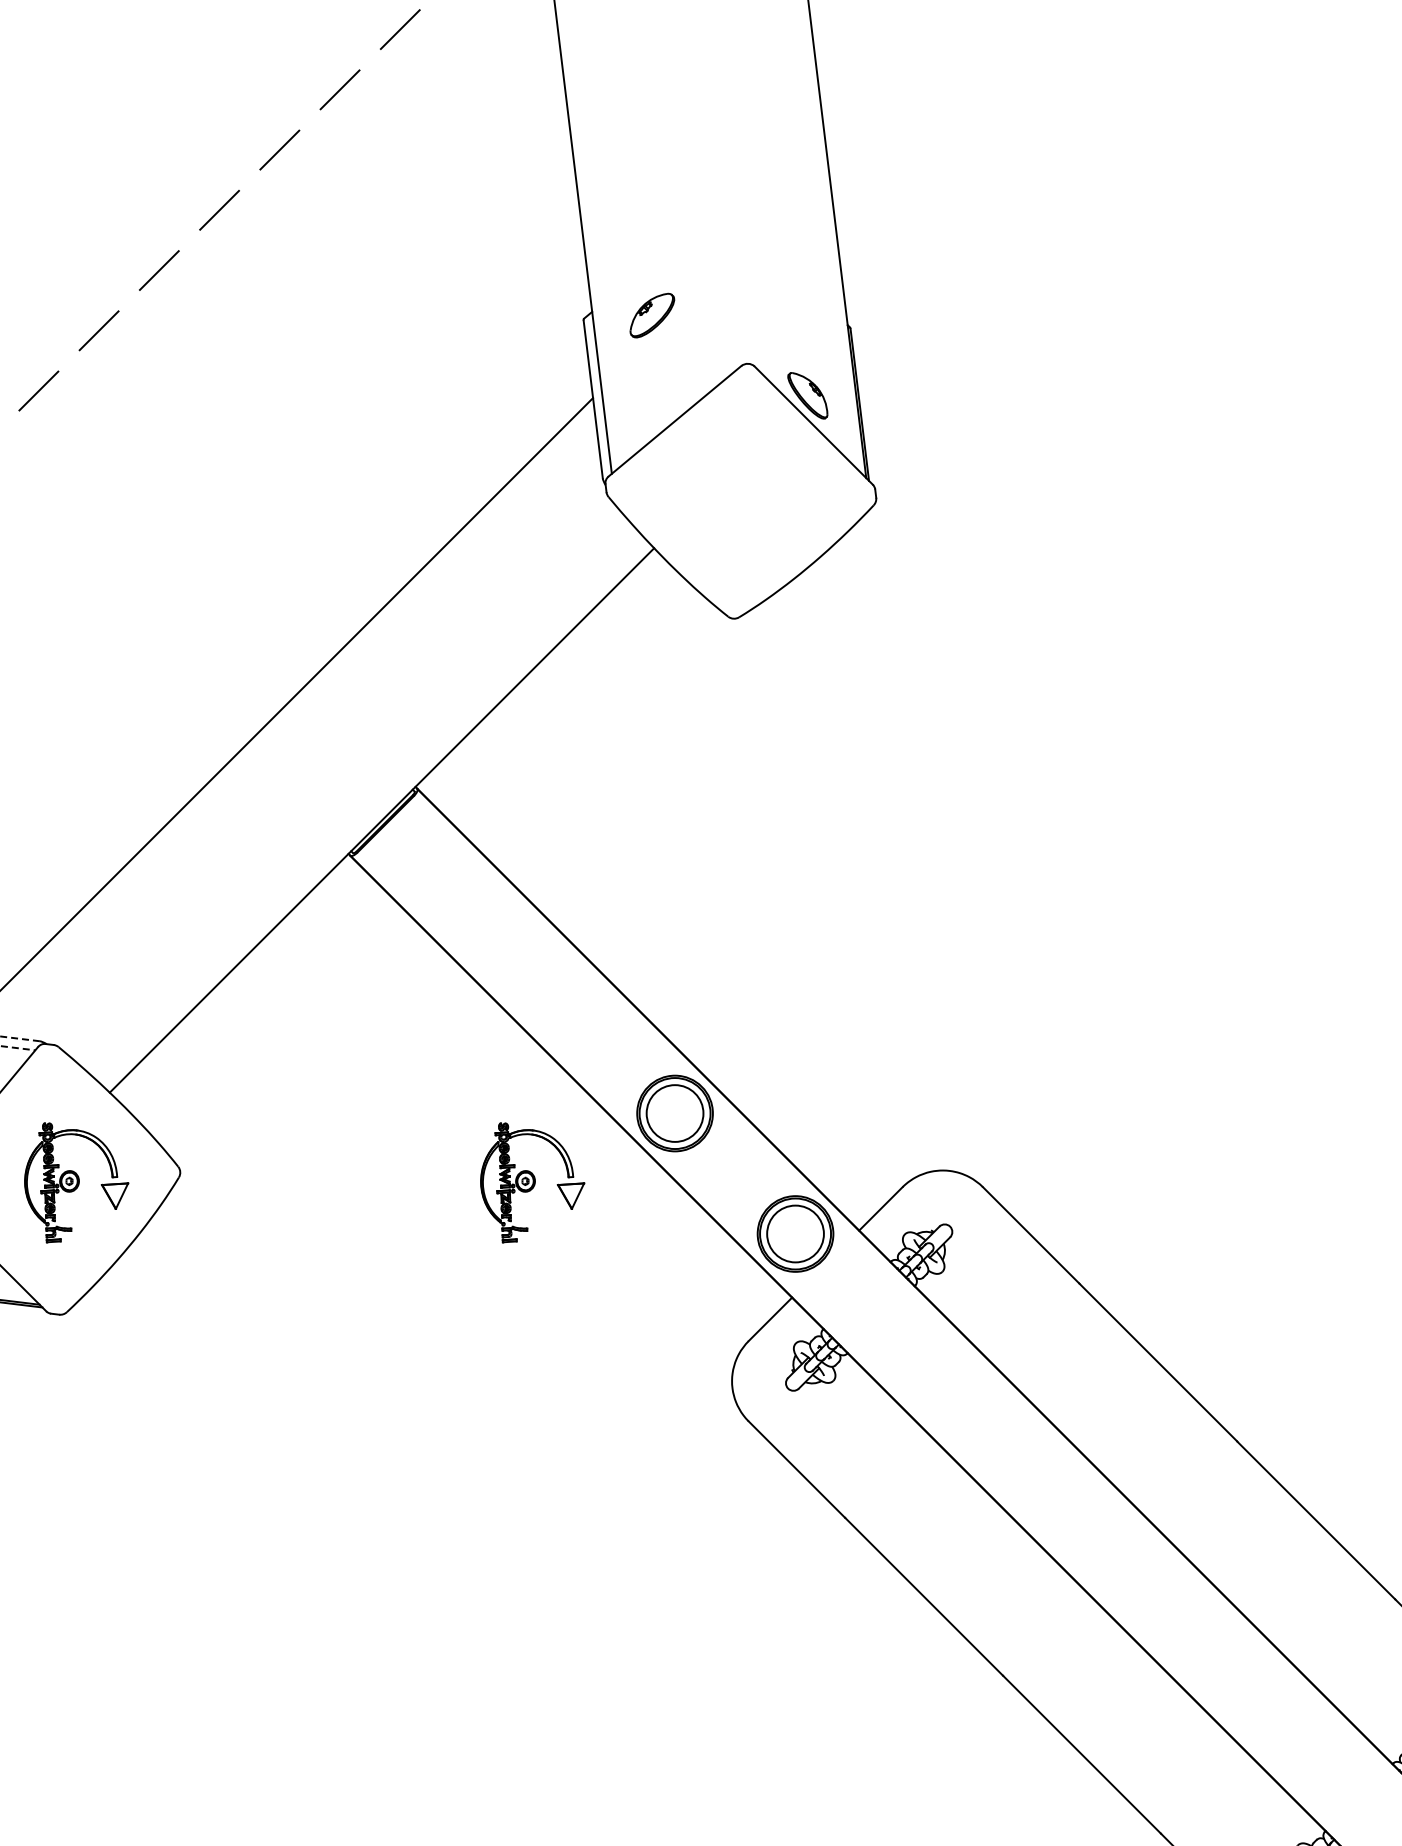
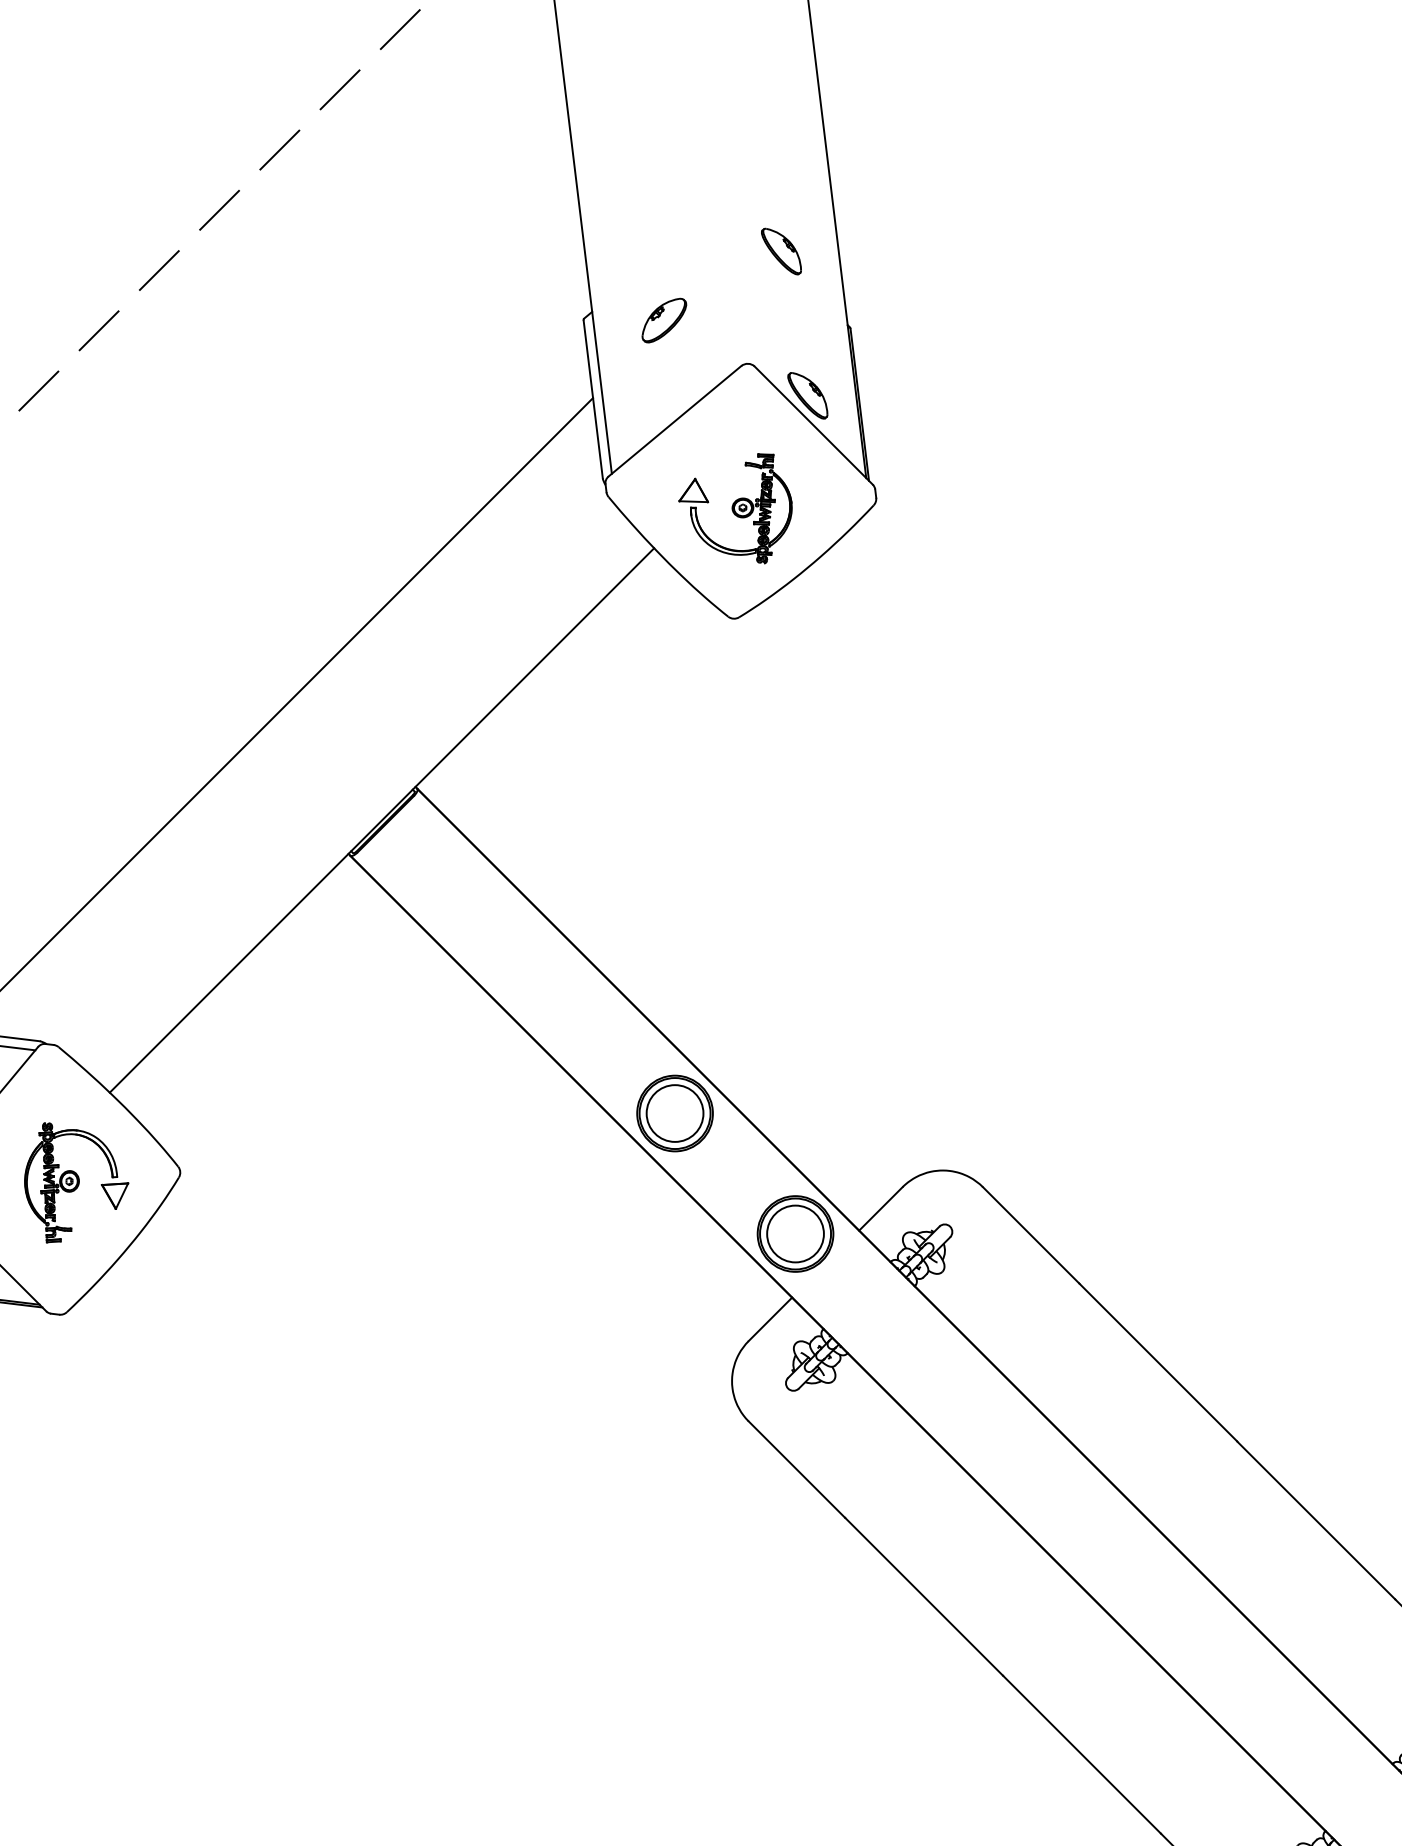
part at (781, 251): none -> present
part at (652, 315) position: (652, 315) -> (664, 320)
part at (735, 508): none -> present
line at (20, 1038): dashed -> solid
line at (18, 1048): dashed -> solid
part at (532, 1182): present -> none
